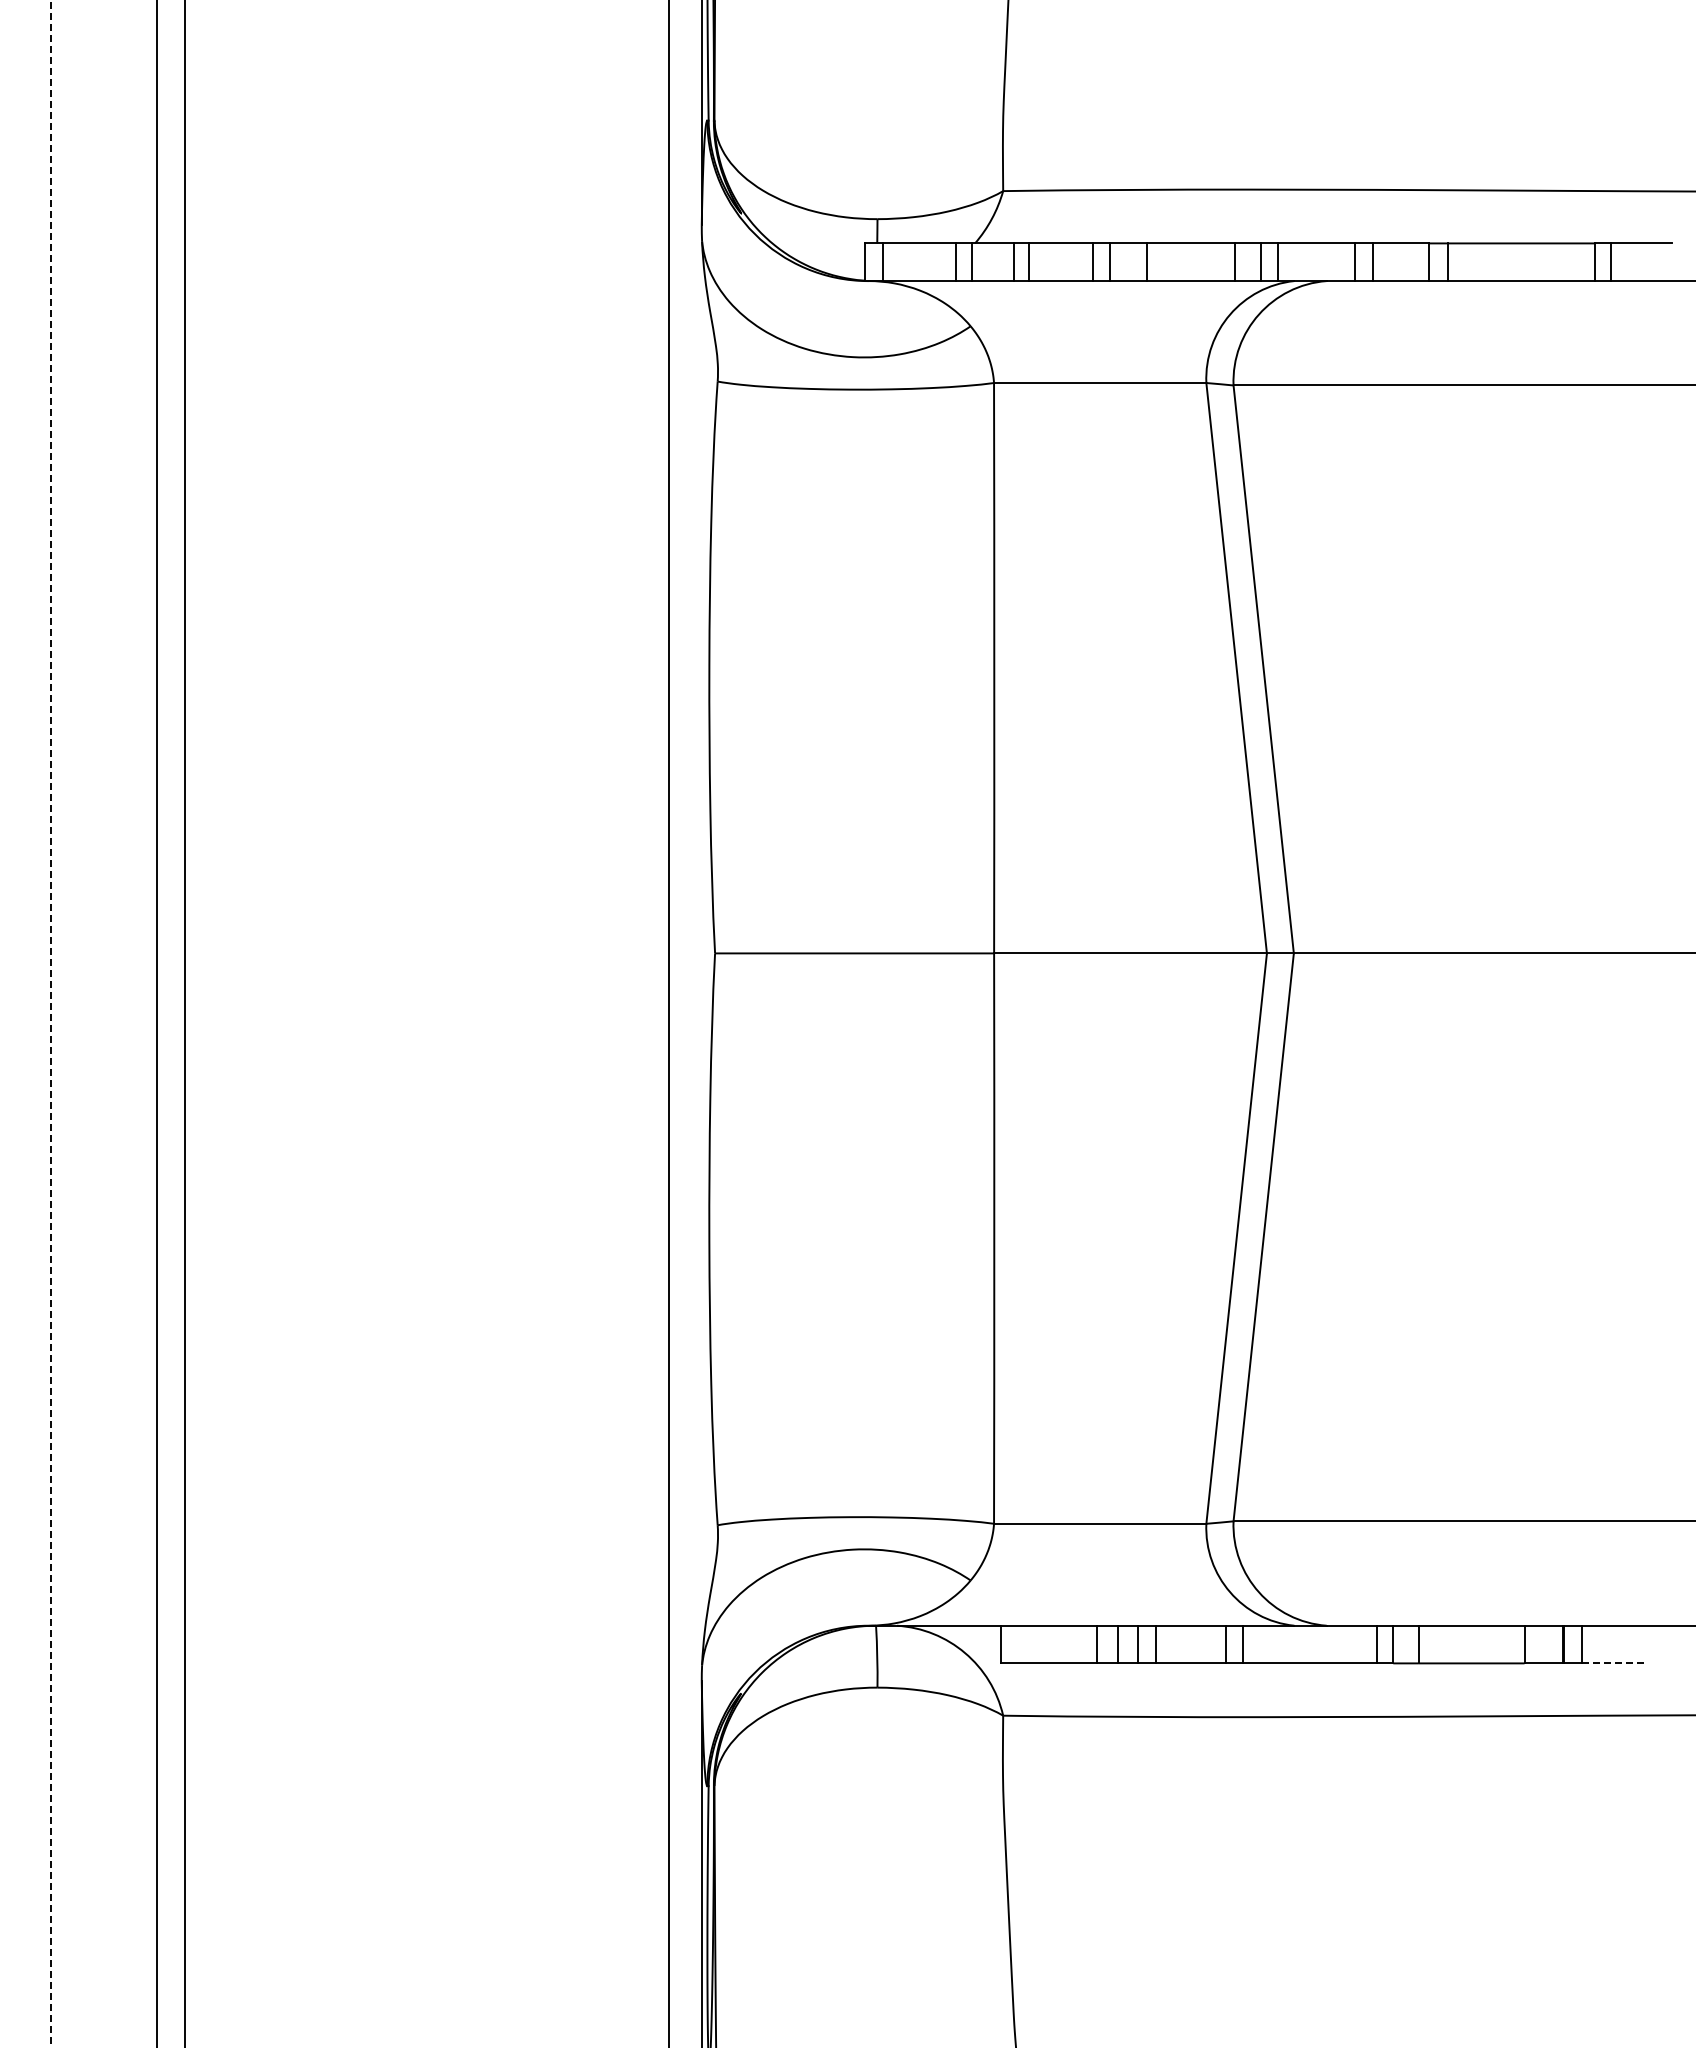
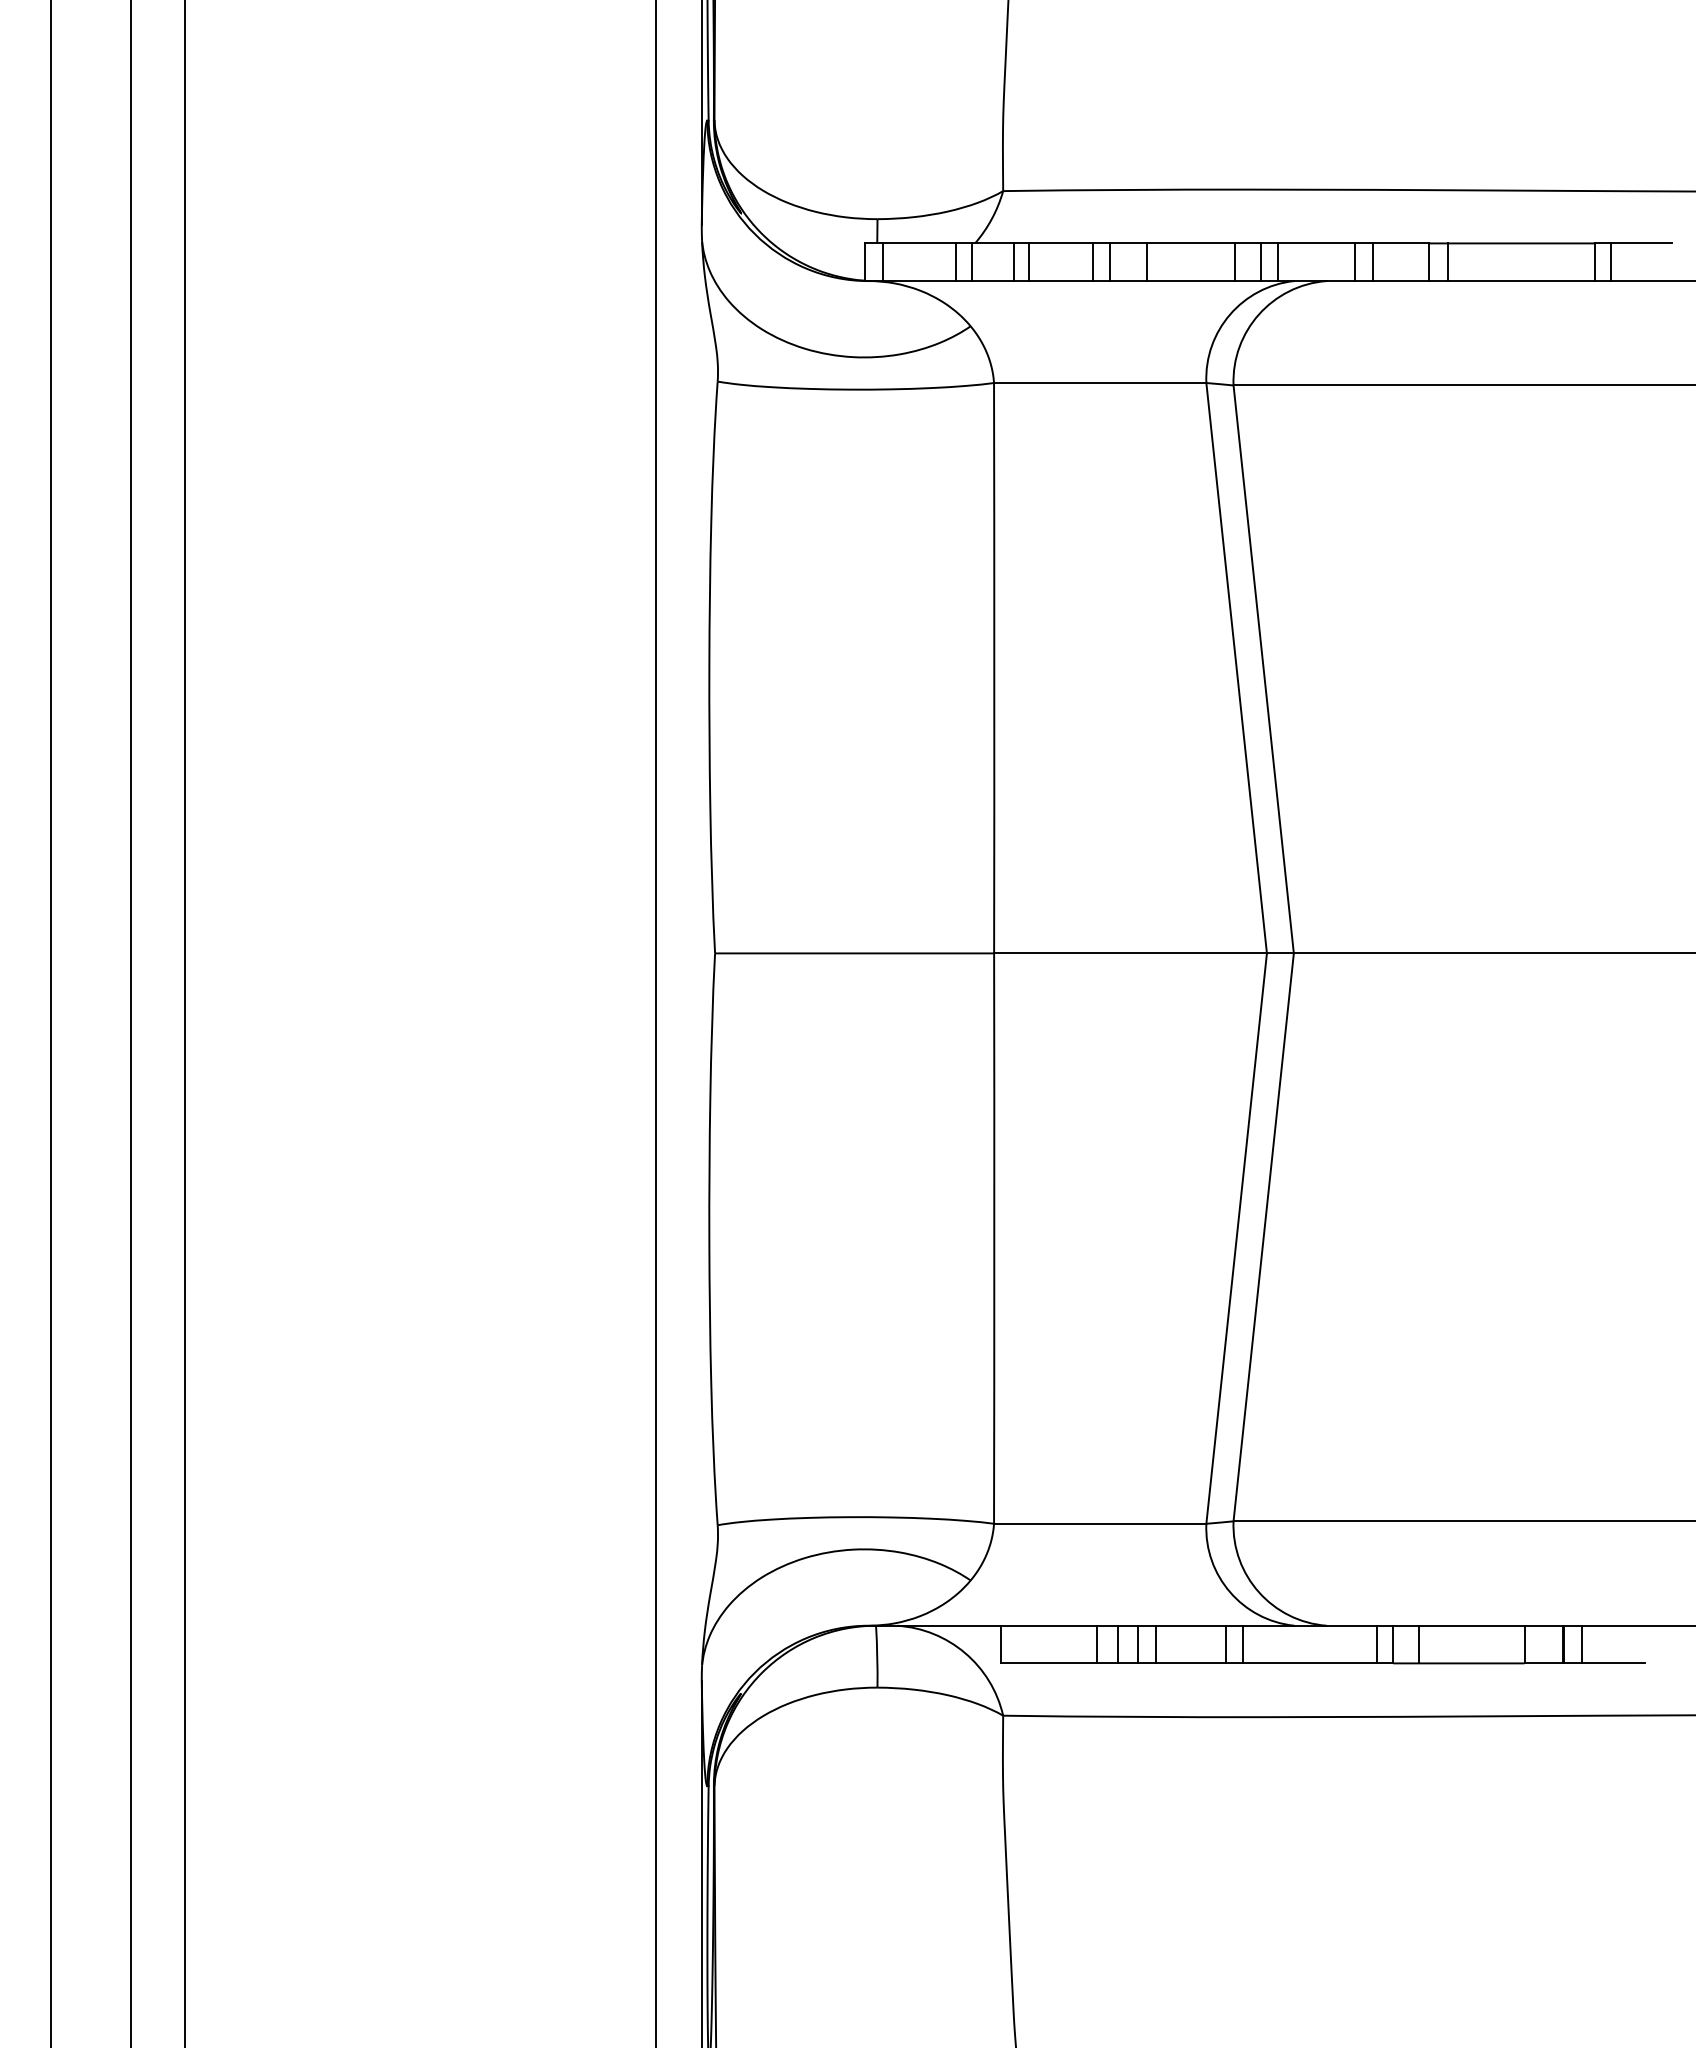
line at (50, 1023): dashed -> solid
line at (157, 1023) position: (157, 1023) -> (131, 1023)
line at (668, 1023) position: (668, 1023) -> (655, 1023)
line at (1613, 1663): dashed -> solid
